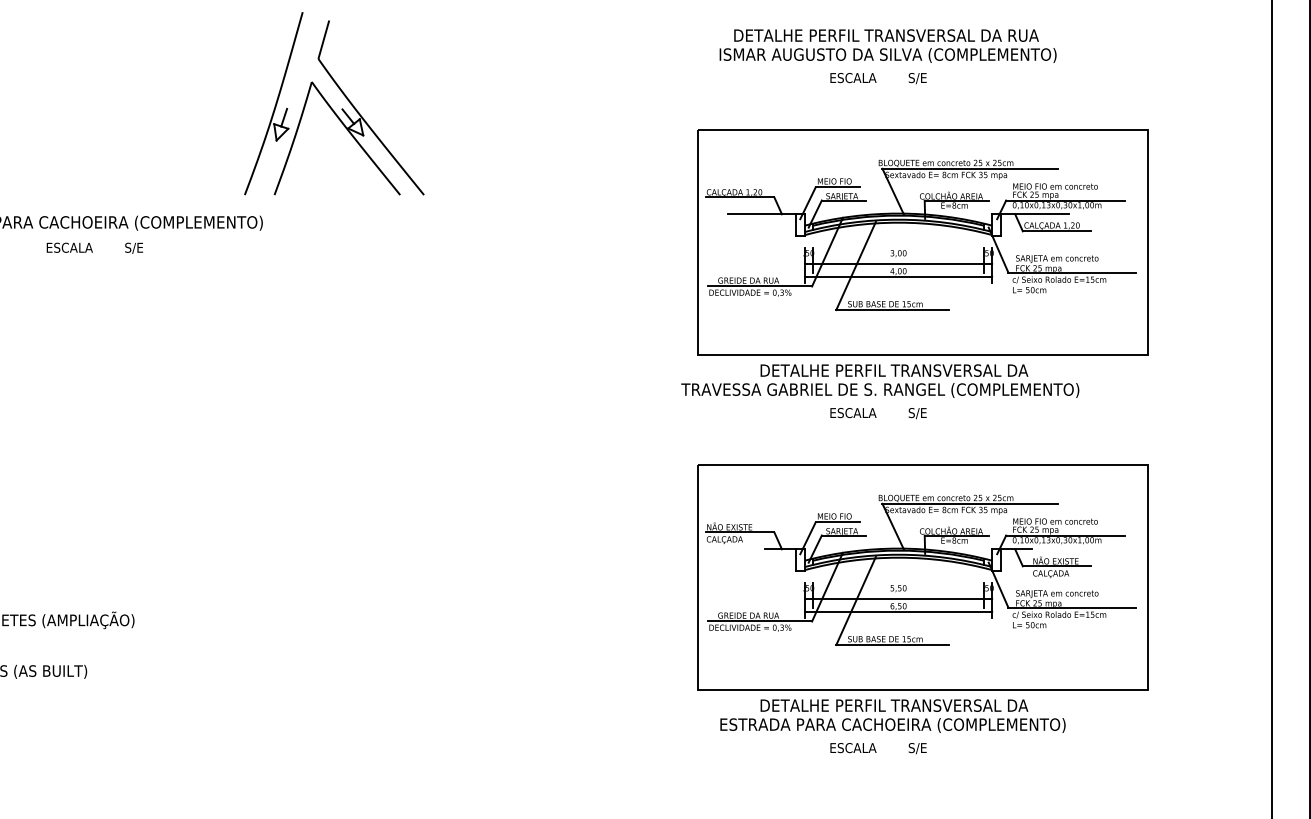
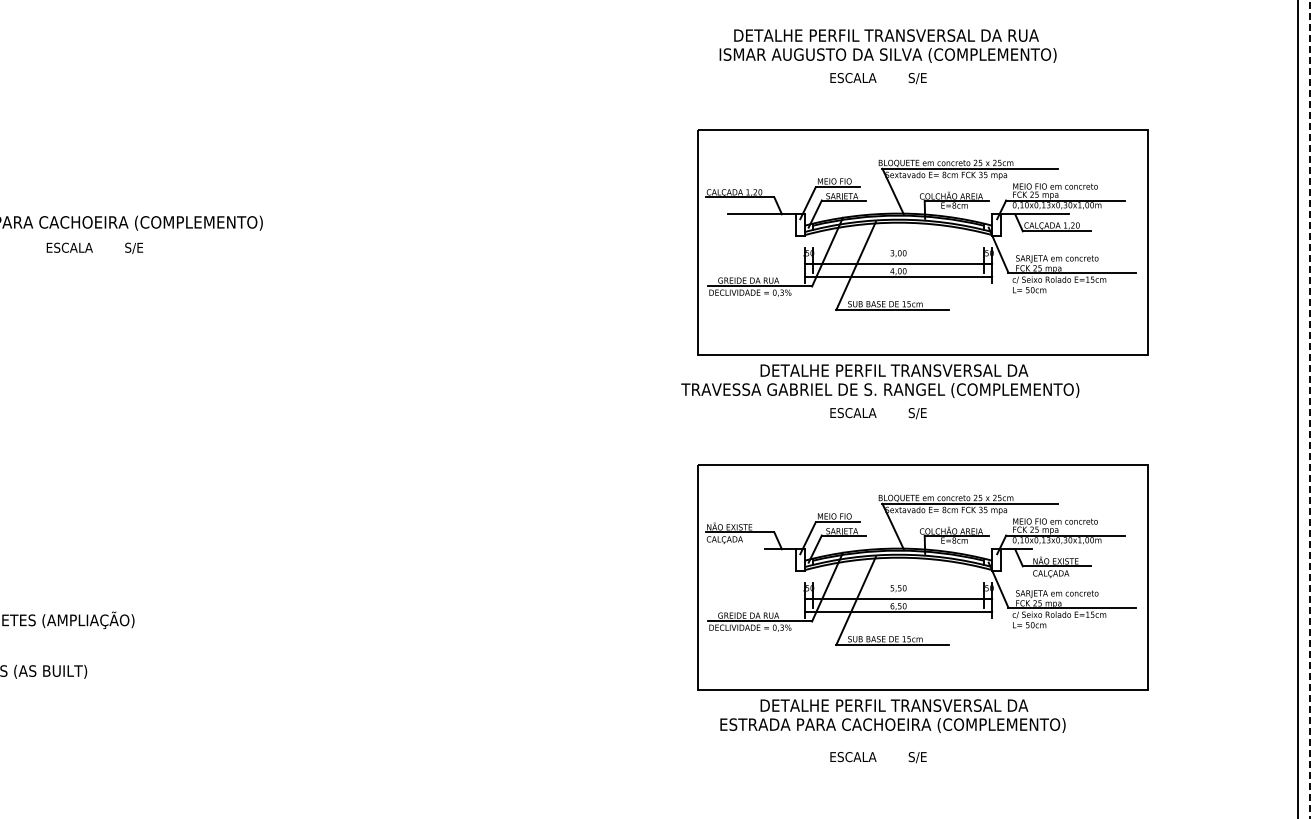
part at (334, 103): present -> none
line at (1271, 408) position: (1271, 408) -> (1297, 408)
line at (1310, 409): solid -> dashed
text at (878, 748) position: (878, 748) -> (878, 757)
